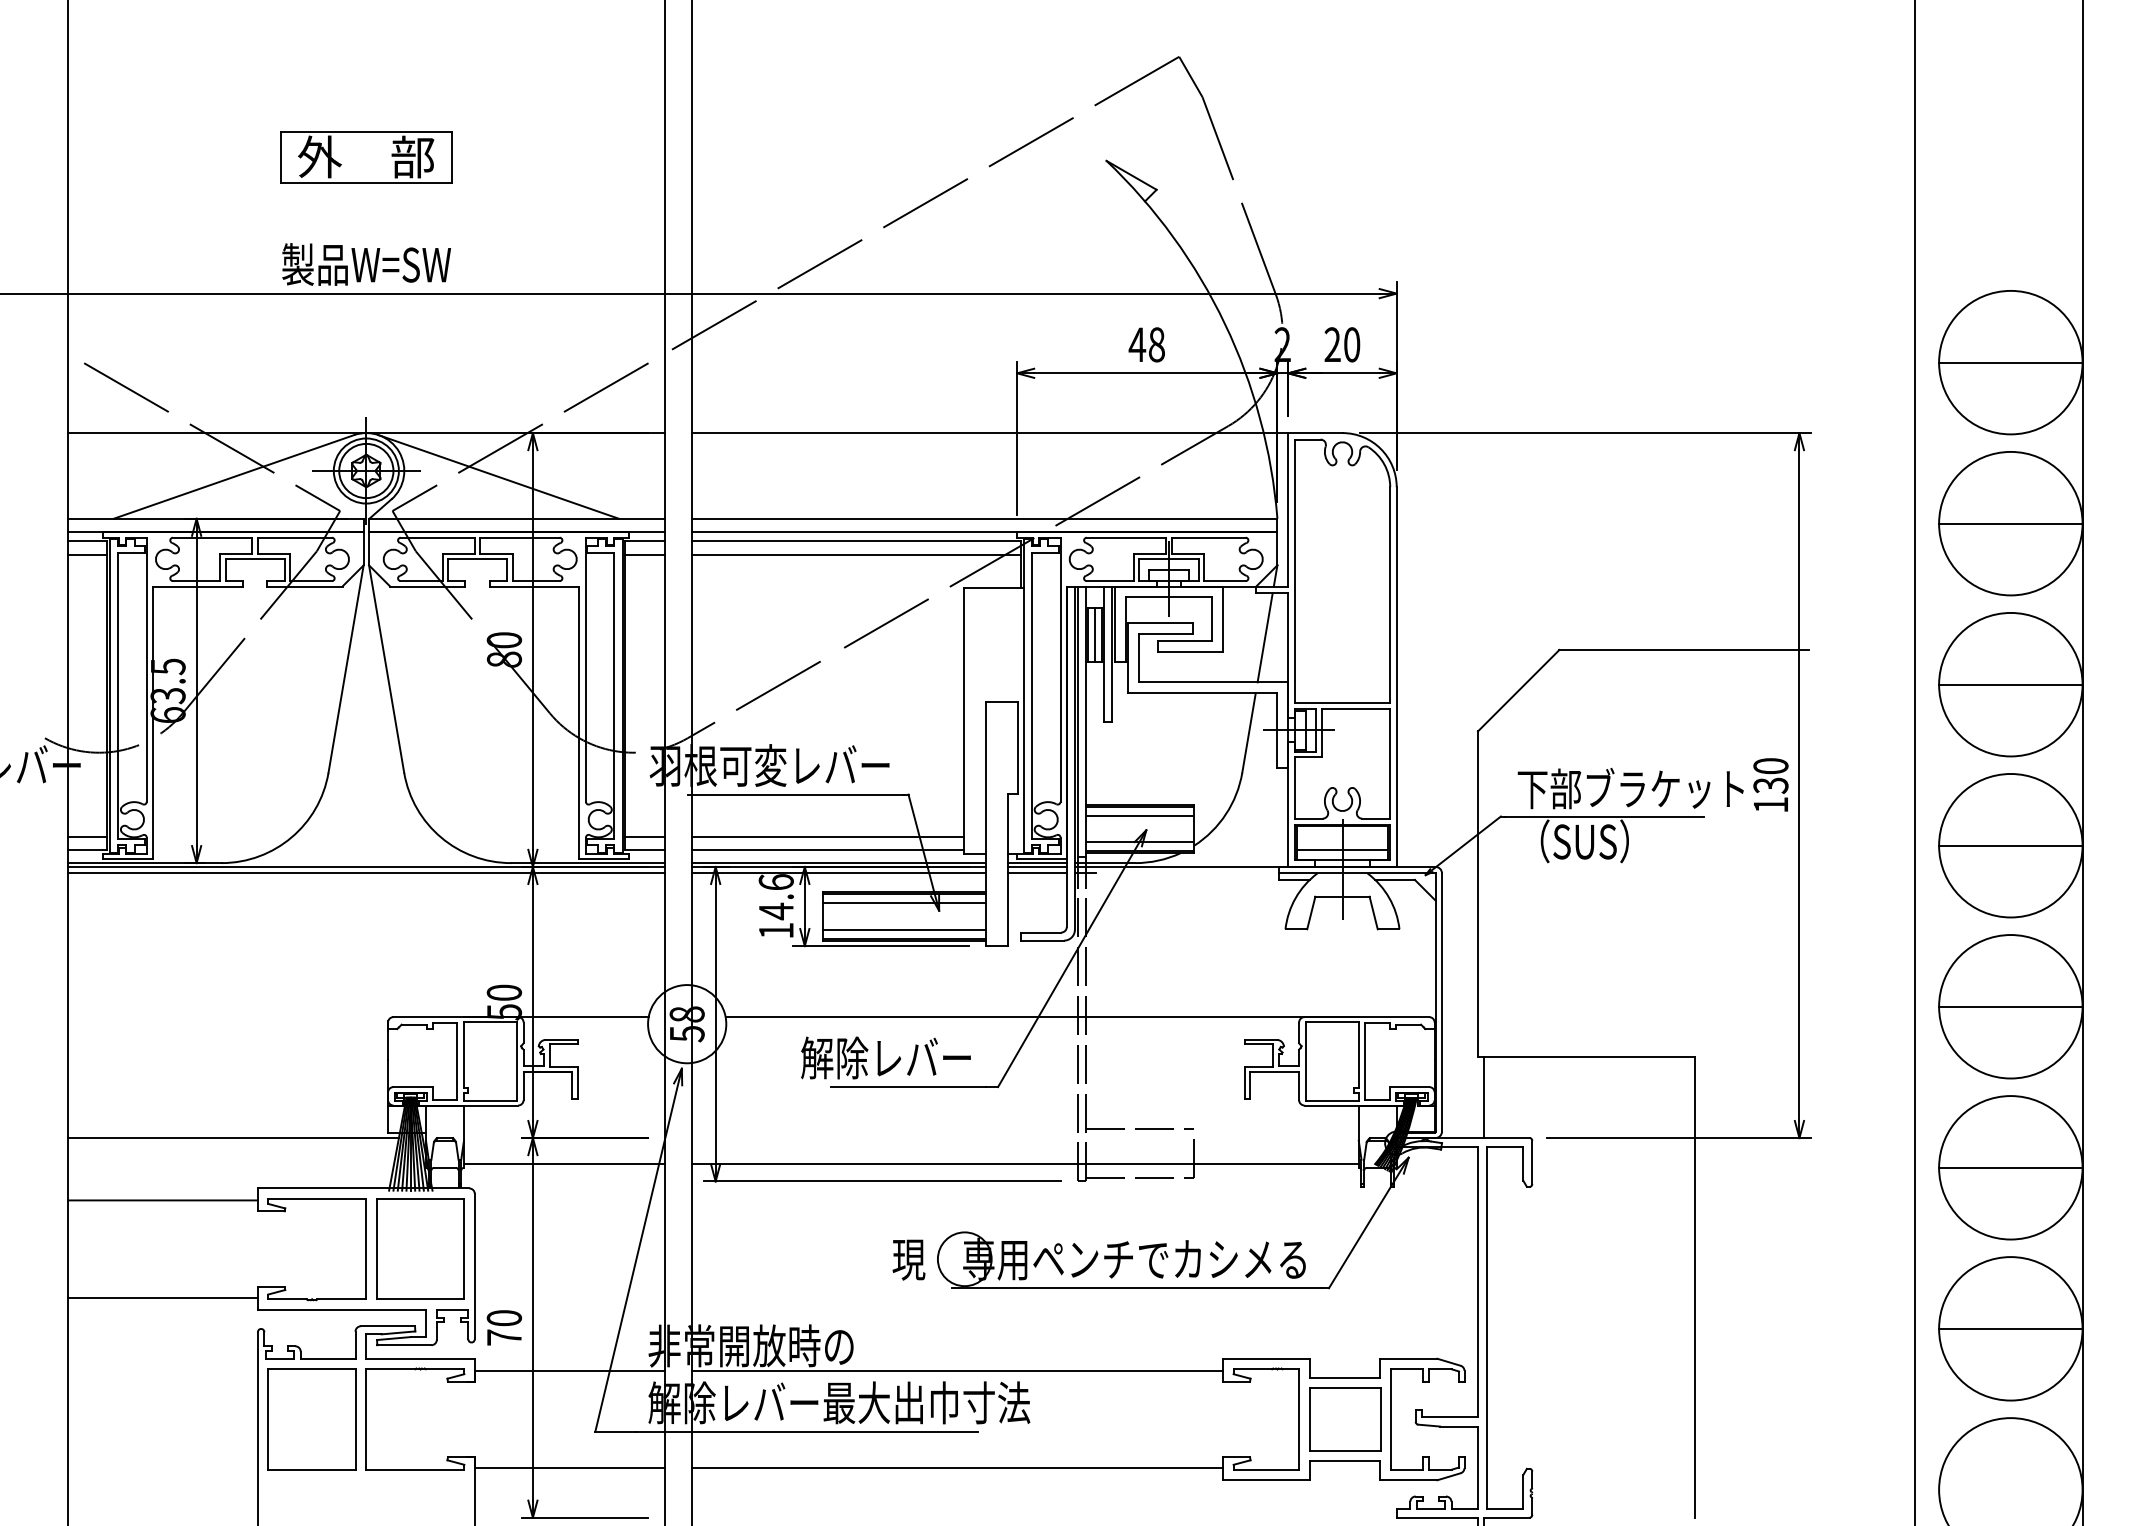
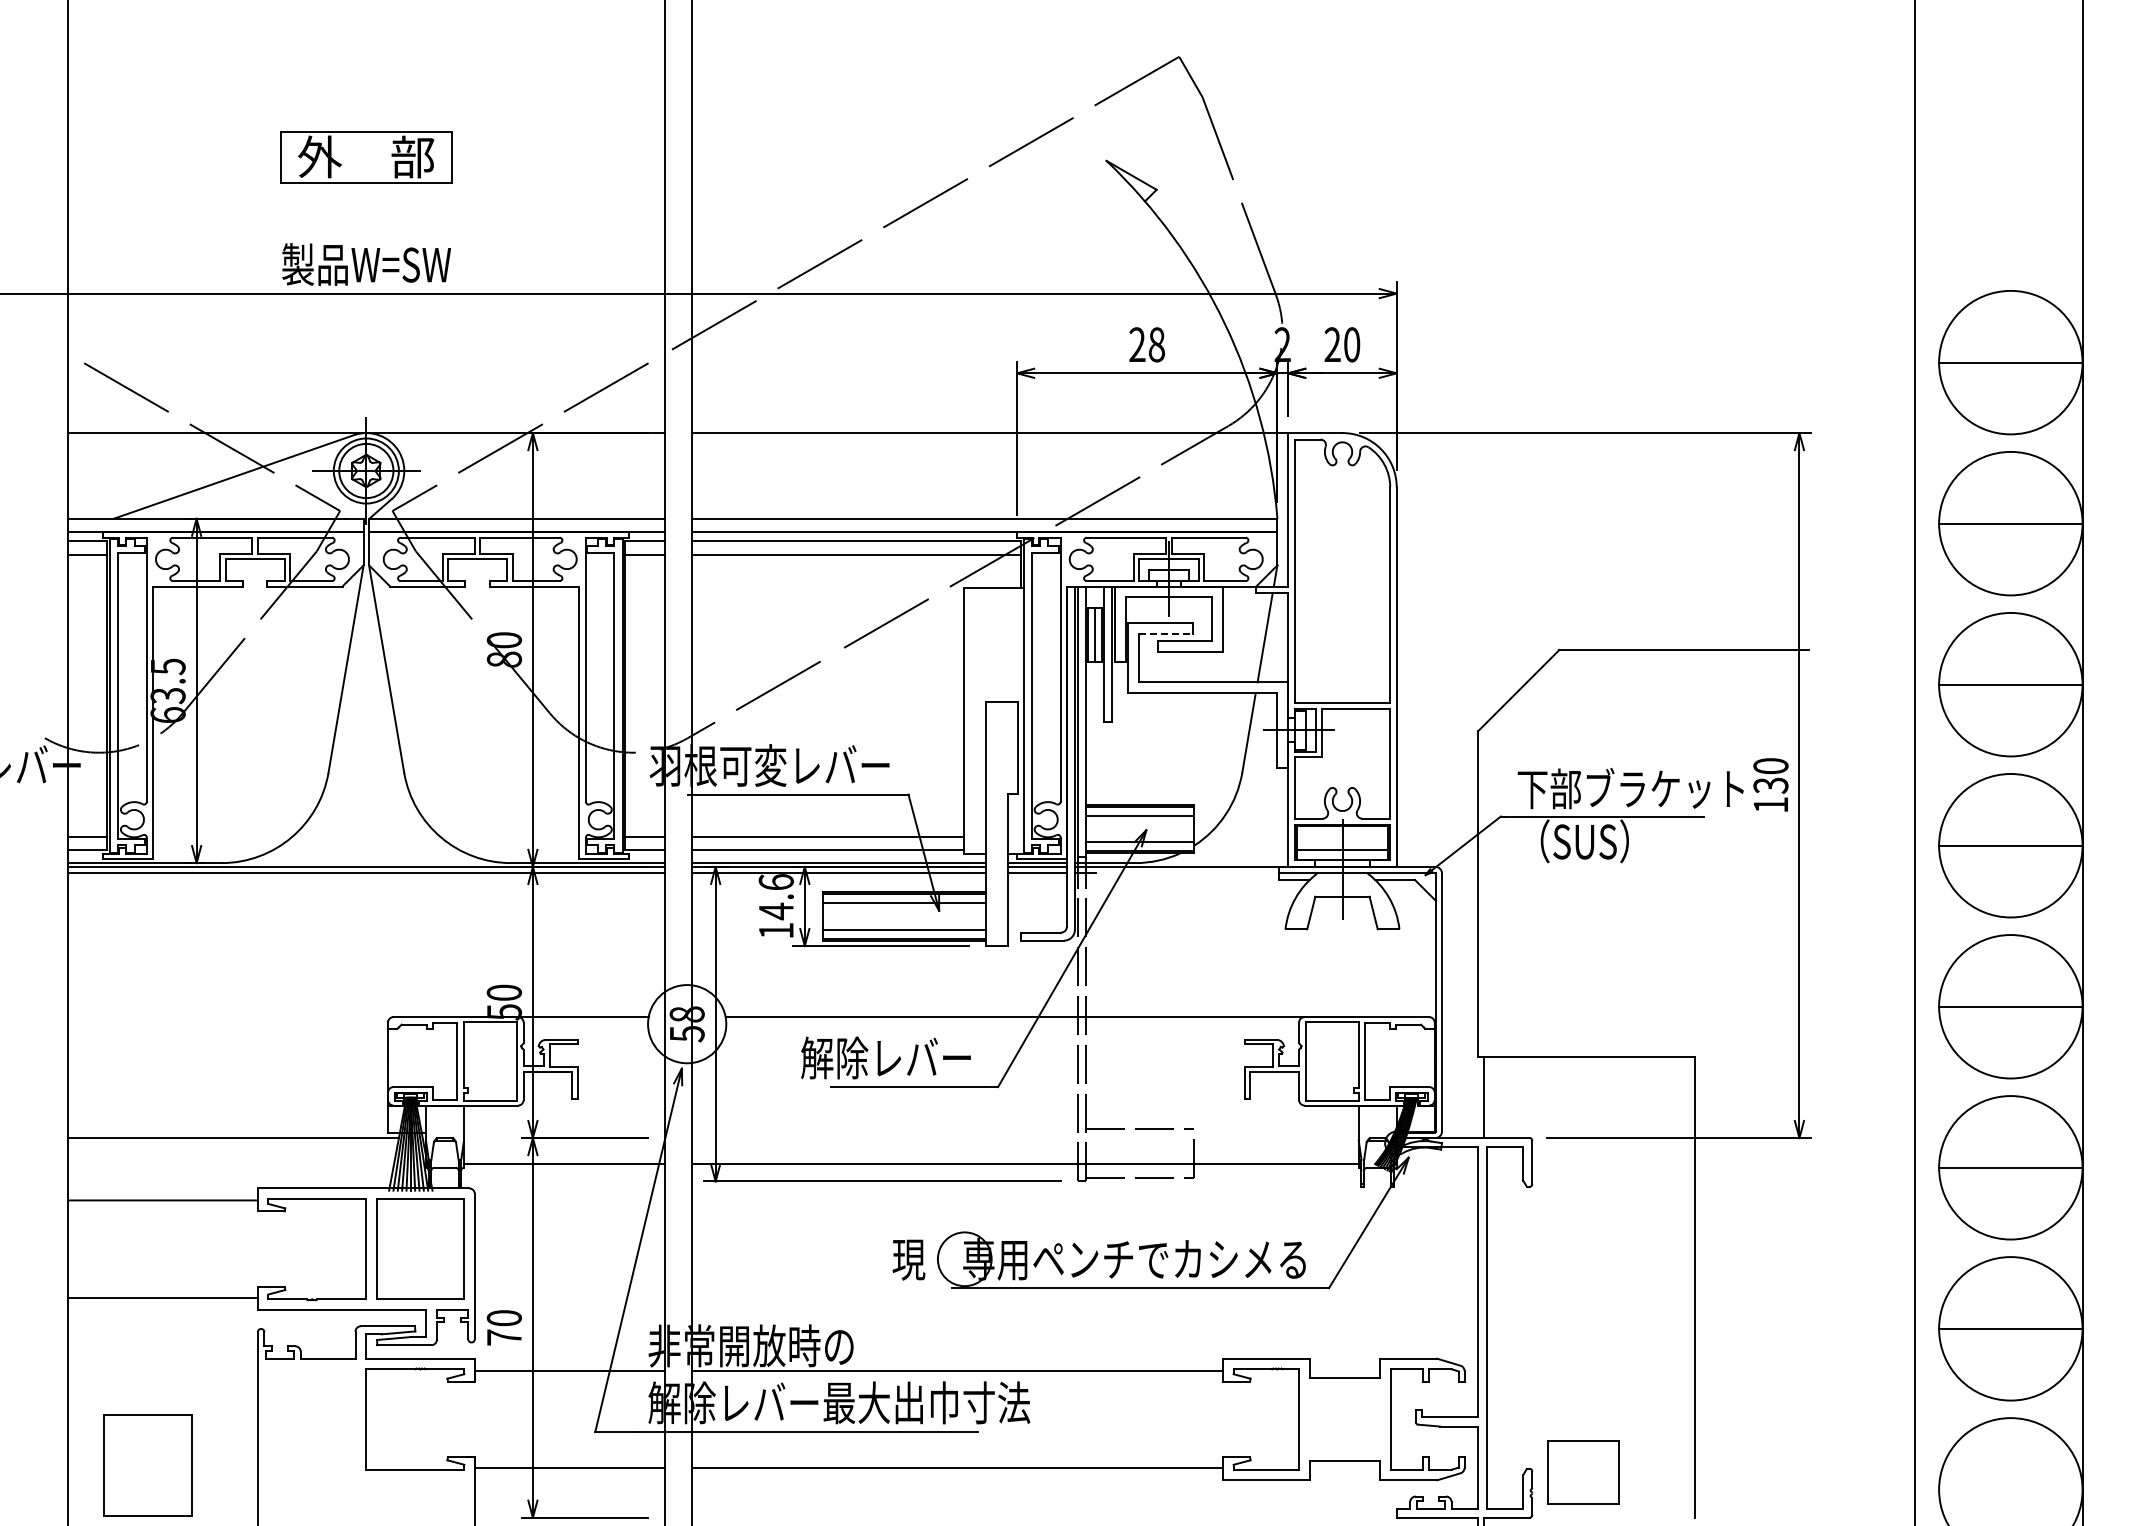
text at (1137, 344): 48 -> 28
line at (498, 476): present -> none
line at (1166, 633): solid -> dashed
part at (311, 1419) position: (311, 1419) -> (147, 1465)
part at (1345, 1419) position: (1345, 1419) -> (1583, 1472)
